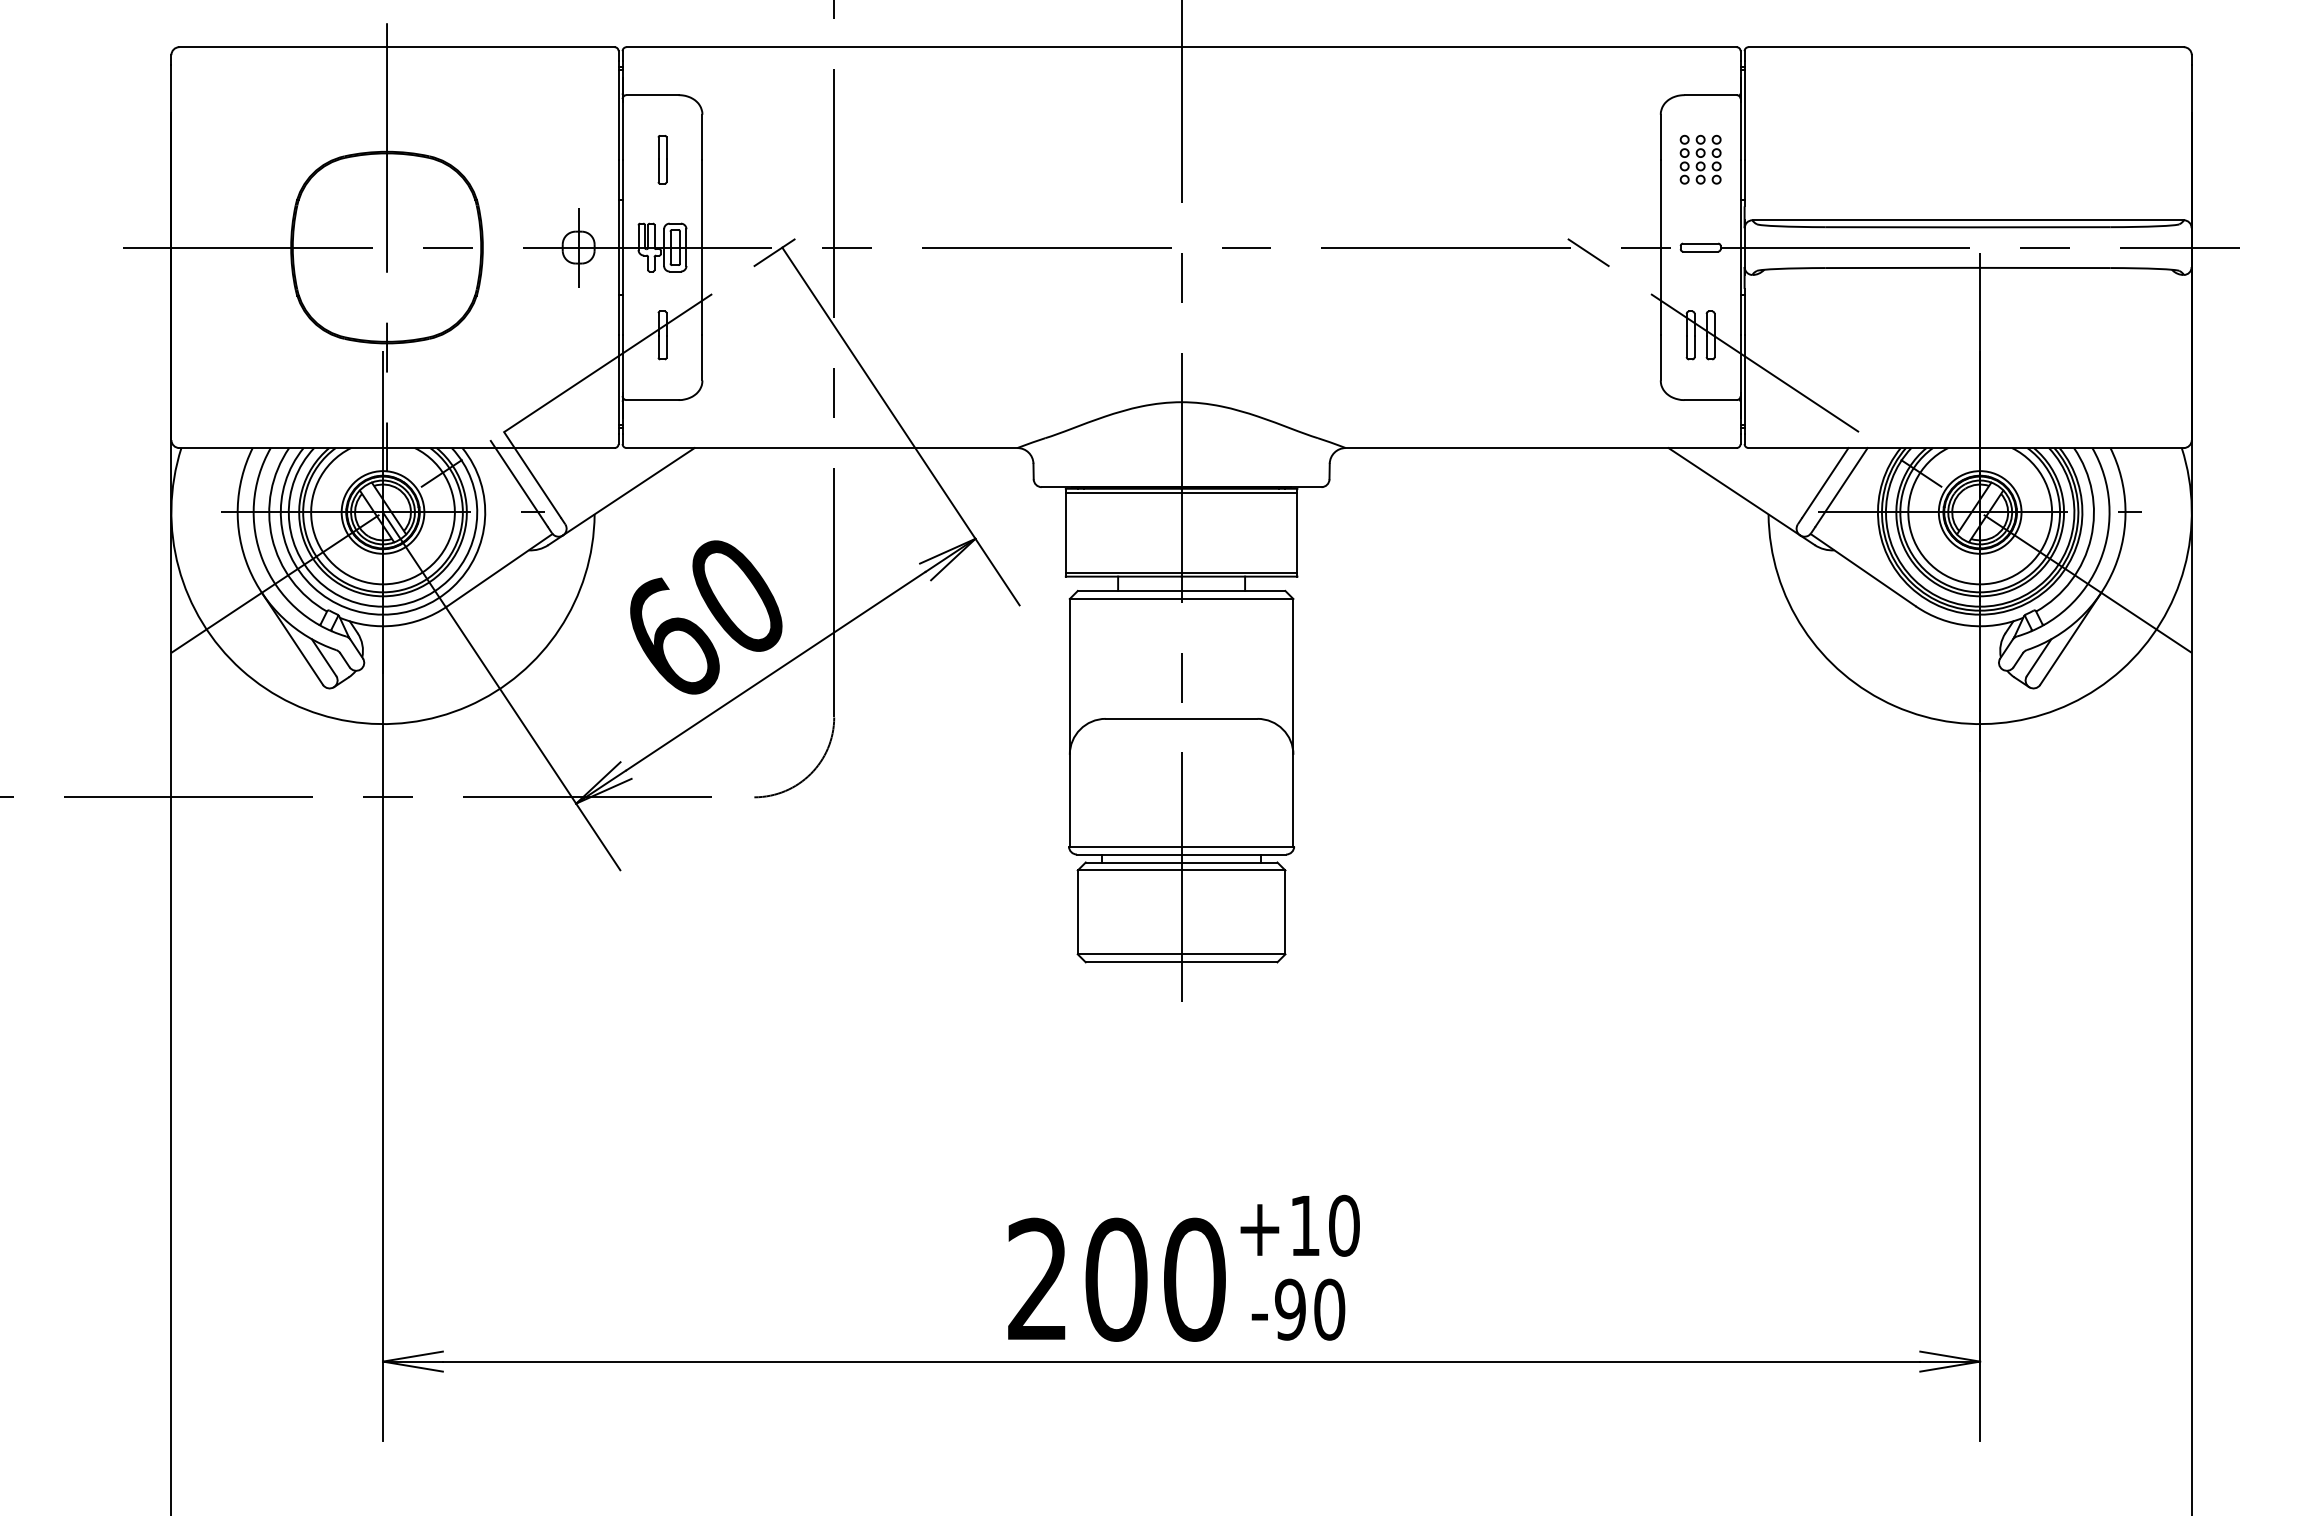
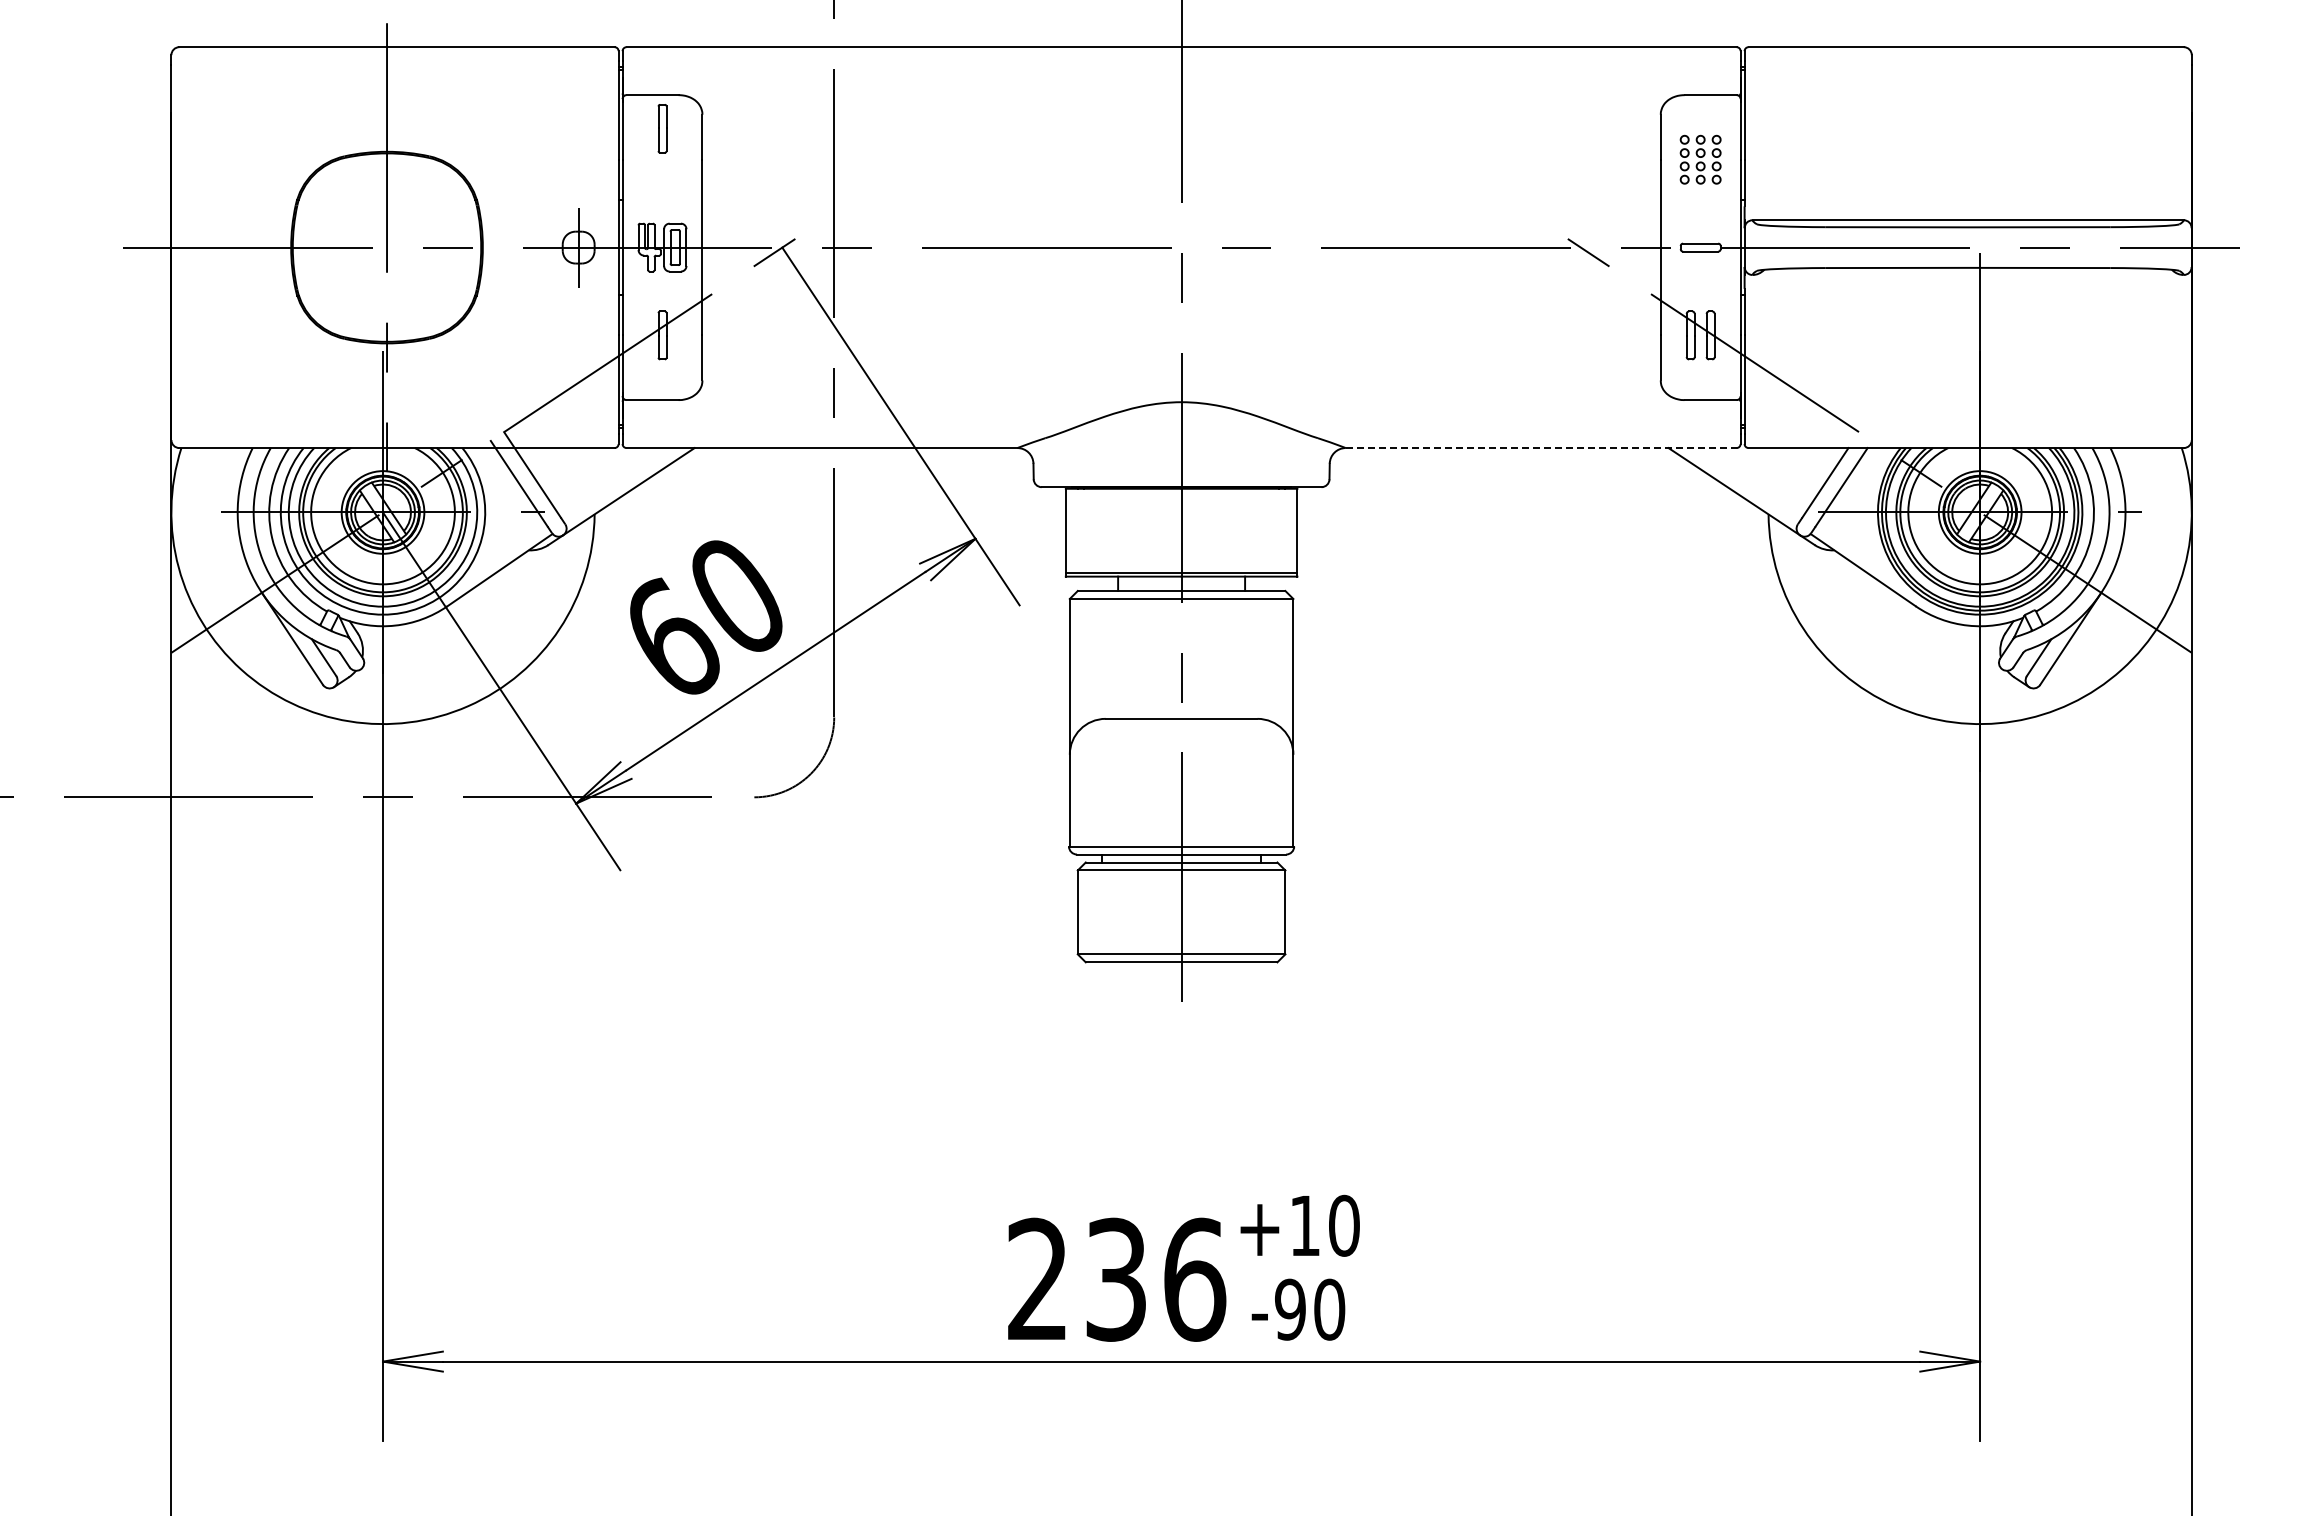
part at (662, 159) position: (662, 159) -> (662, 128)
line at (1541, 448): solid -> dashed
line at (1181, 492): present -> none
text at (1155, 1279): 200 -> 236
